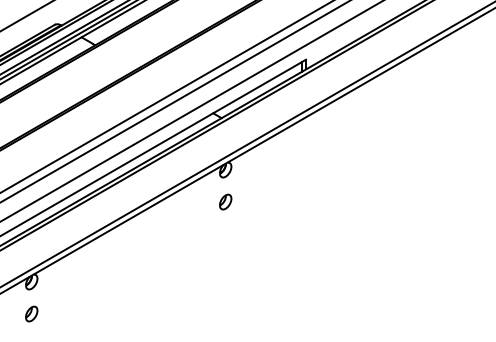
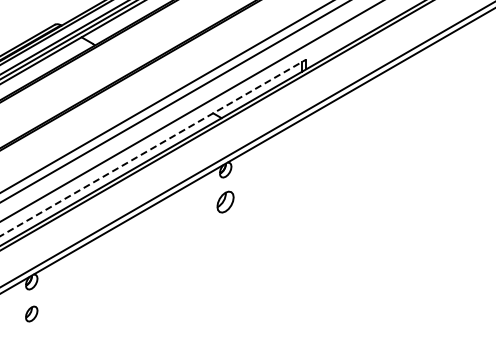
line at (26, 16): present -> none
line at (153, 147): solid -> dashed
part at (225, 201) size: 14x18 px -> 19x24 px
